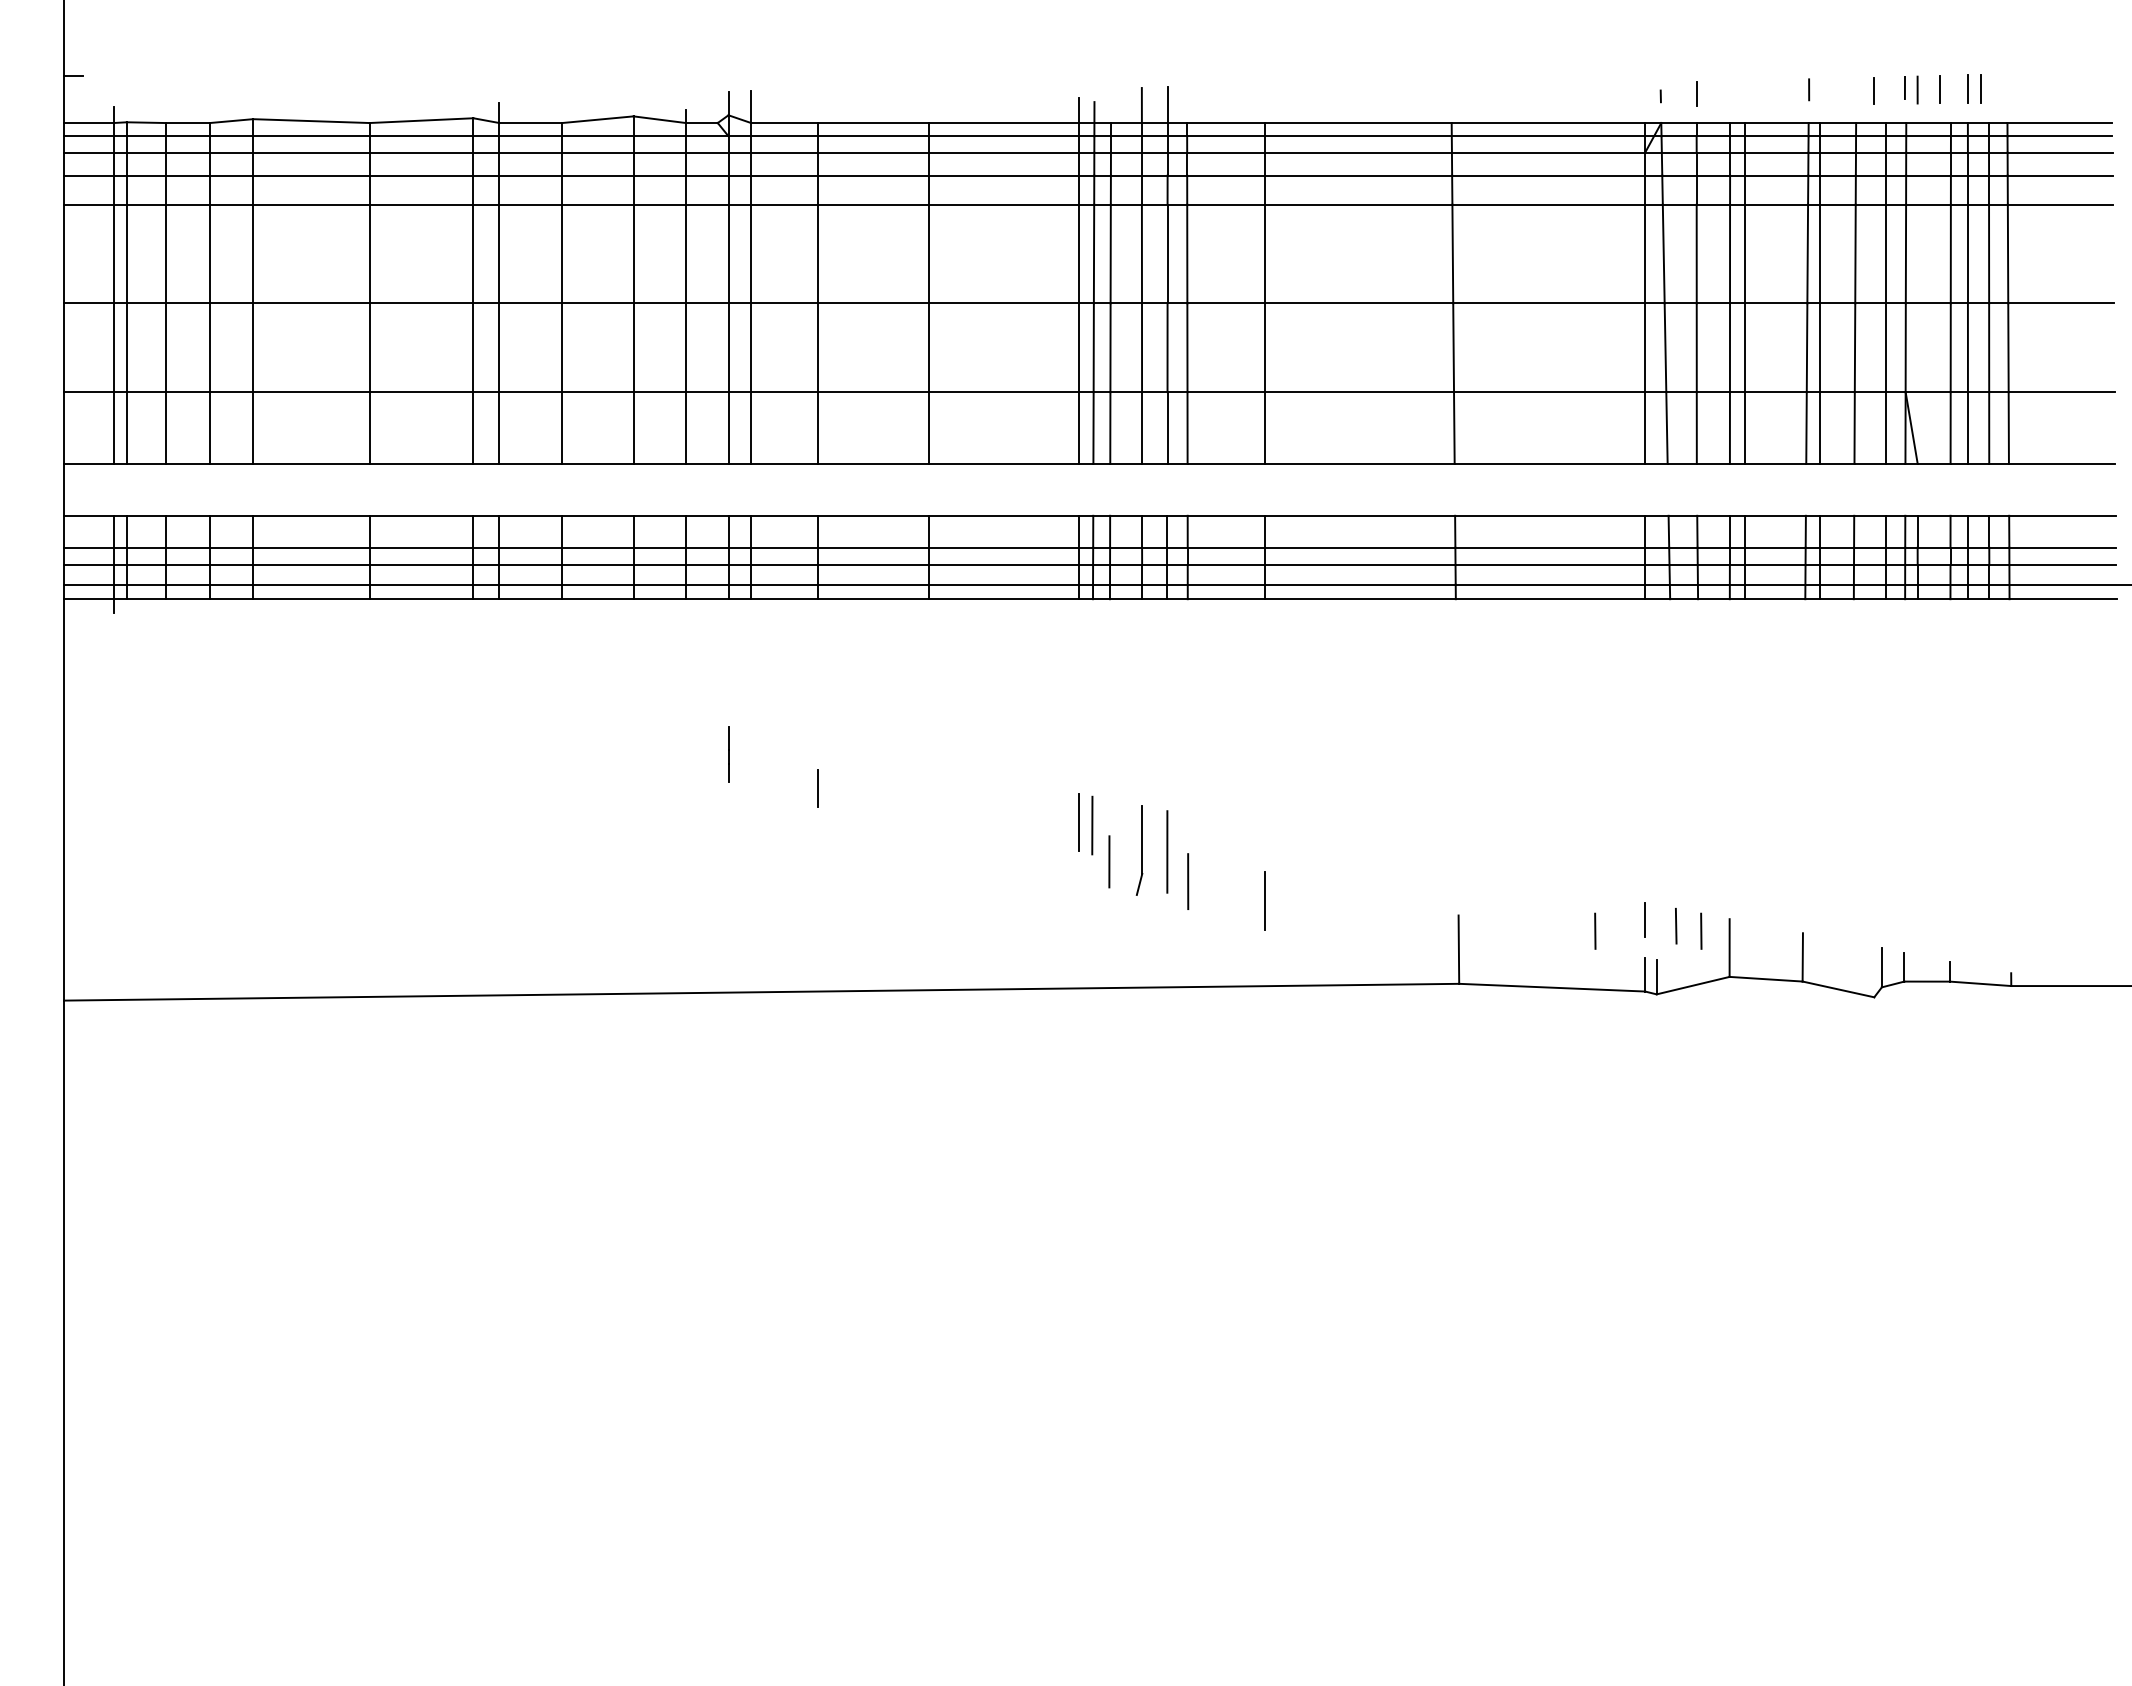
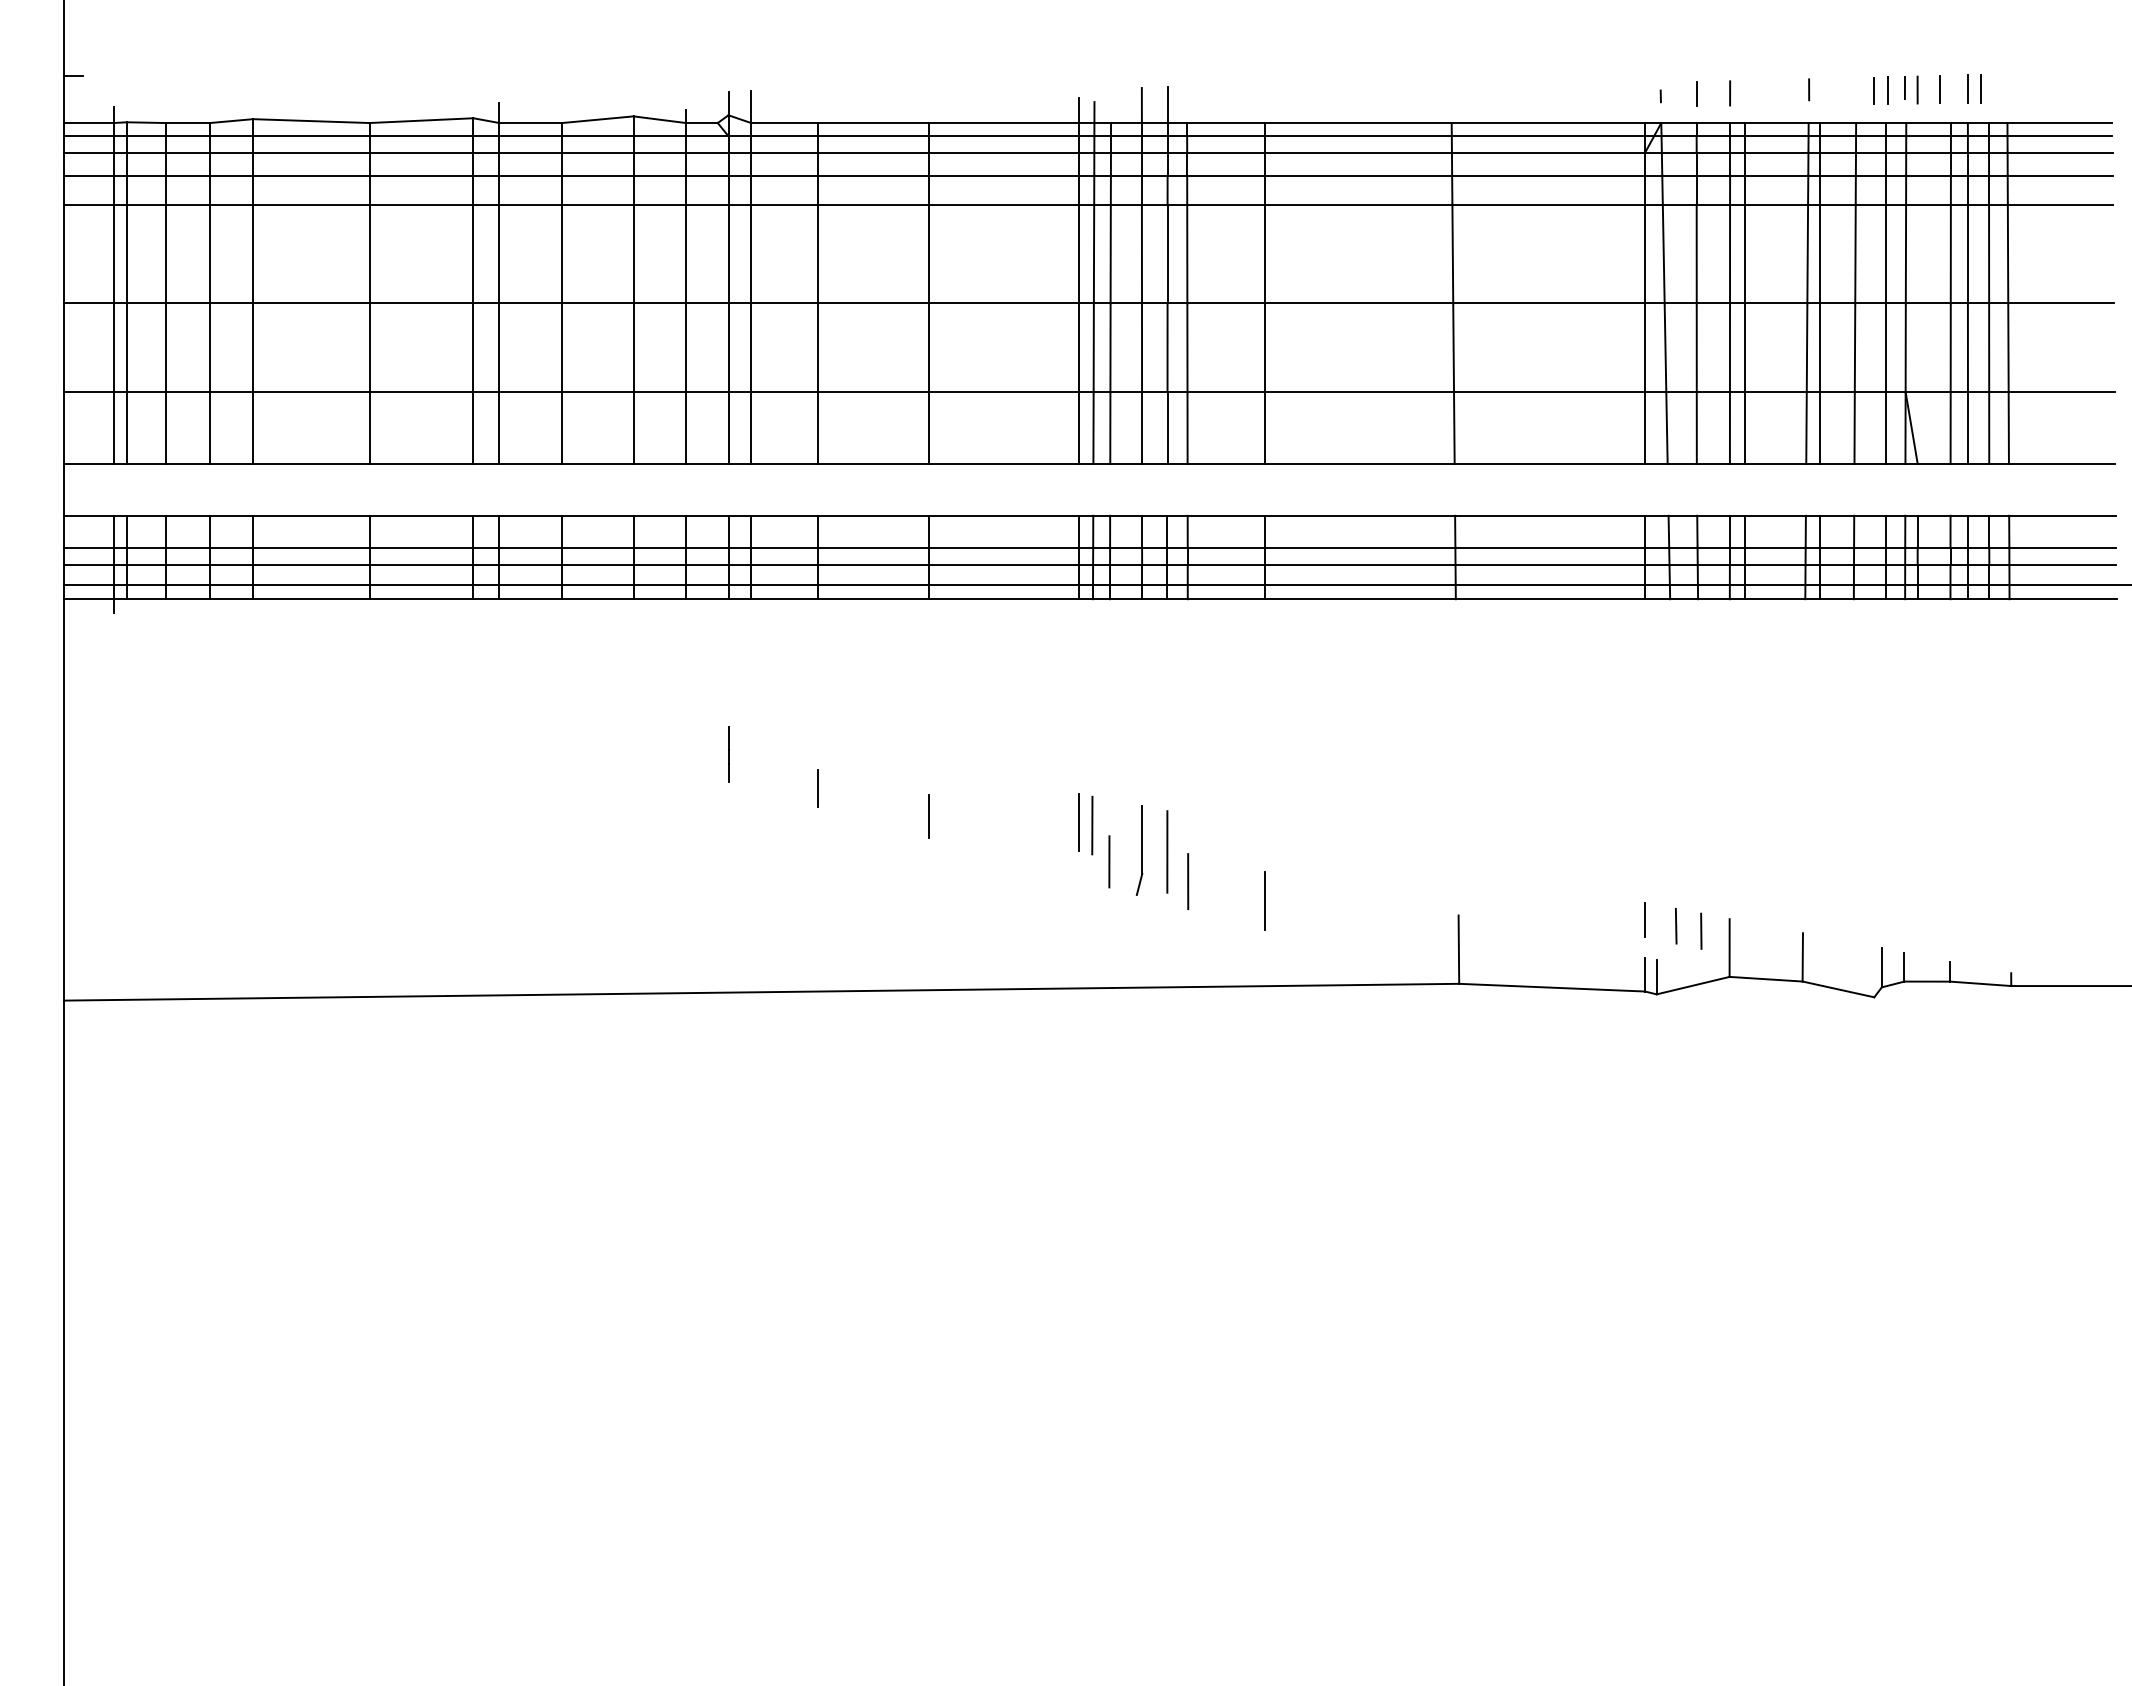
line at (1888, 90): none -> present
line at (1730, 93): none -> present
line at (928, 816): none -> present
line at (1595, 930): present -> none
